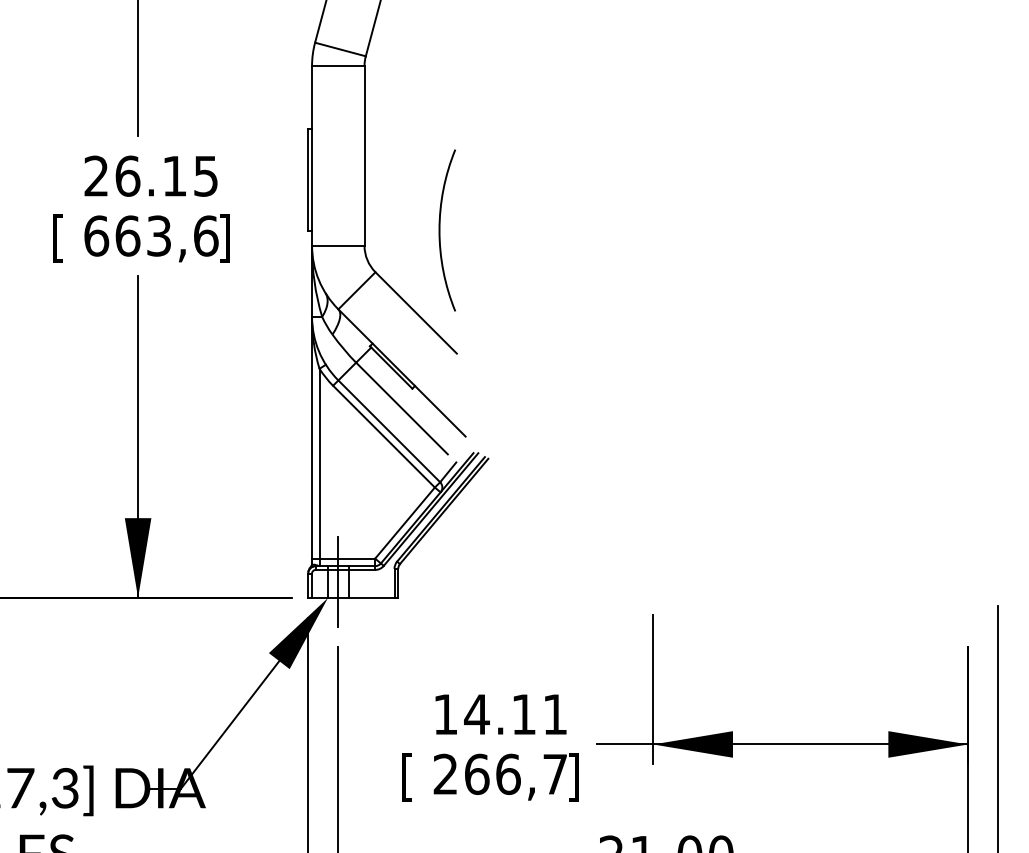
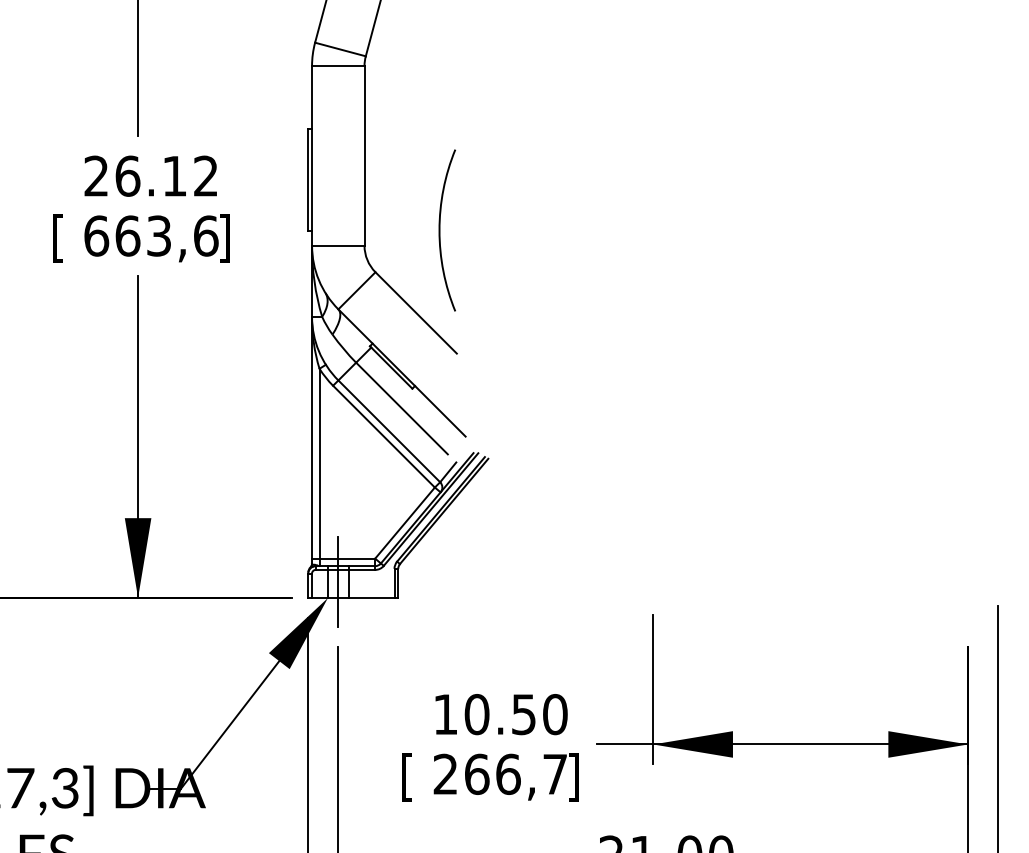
text at (205, 175): 26.15 -> 26.12
text at (515, 714): 14.11 -> 10.50
